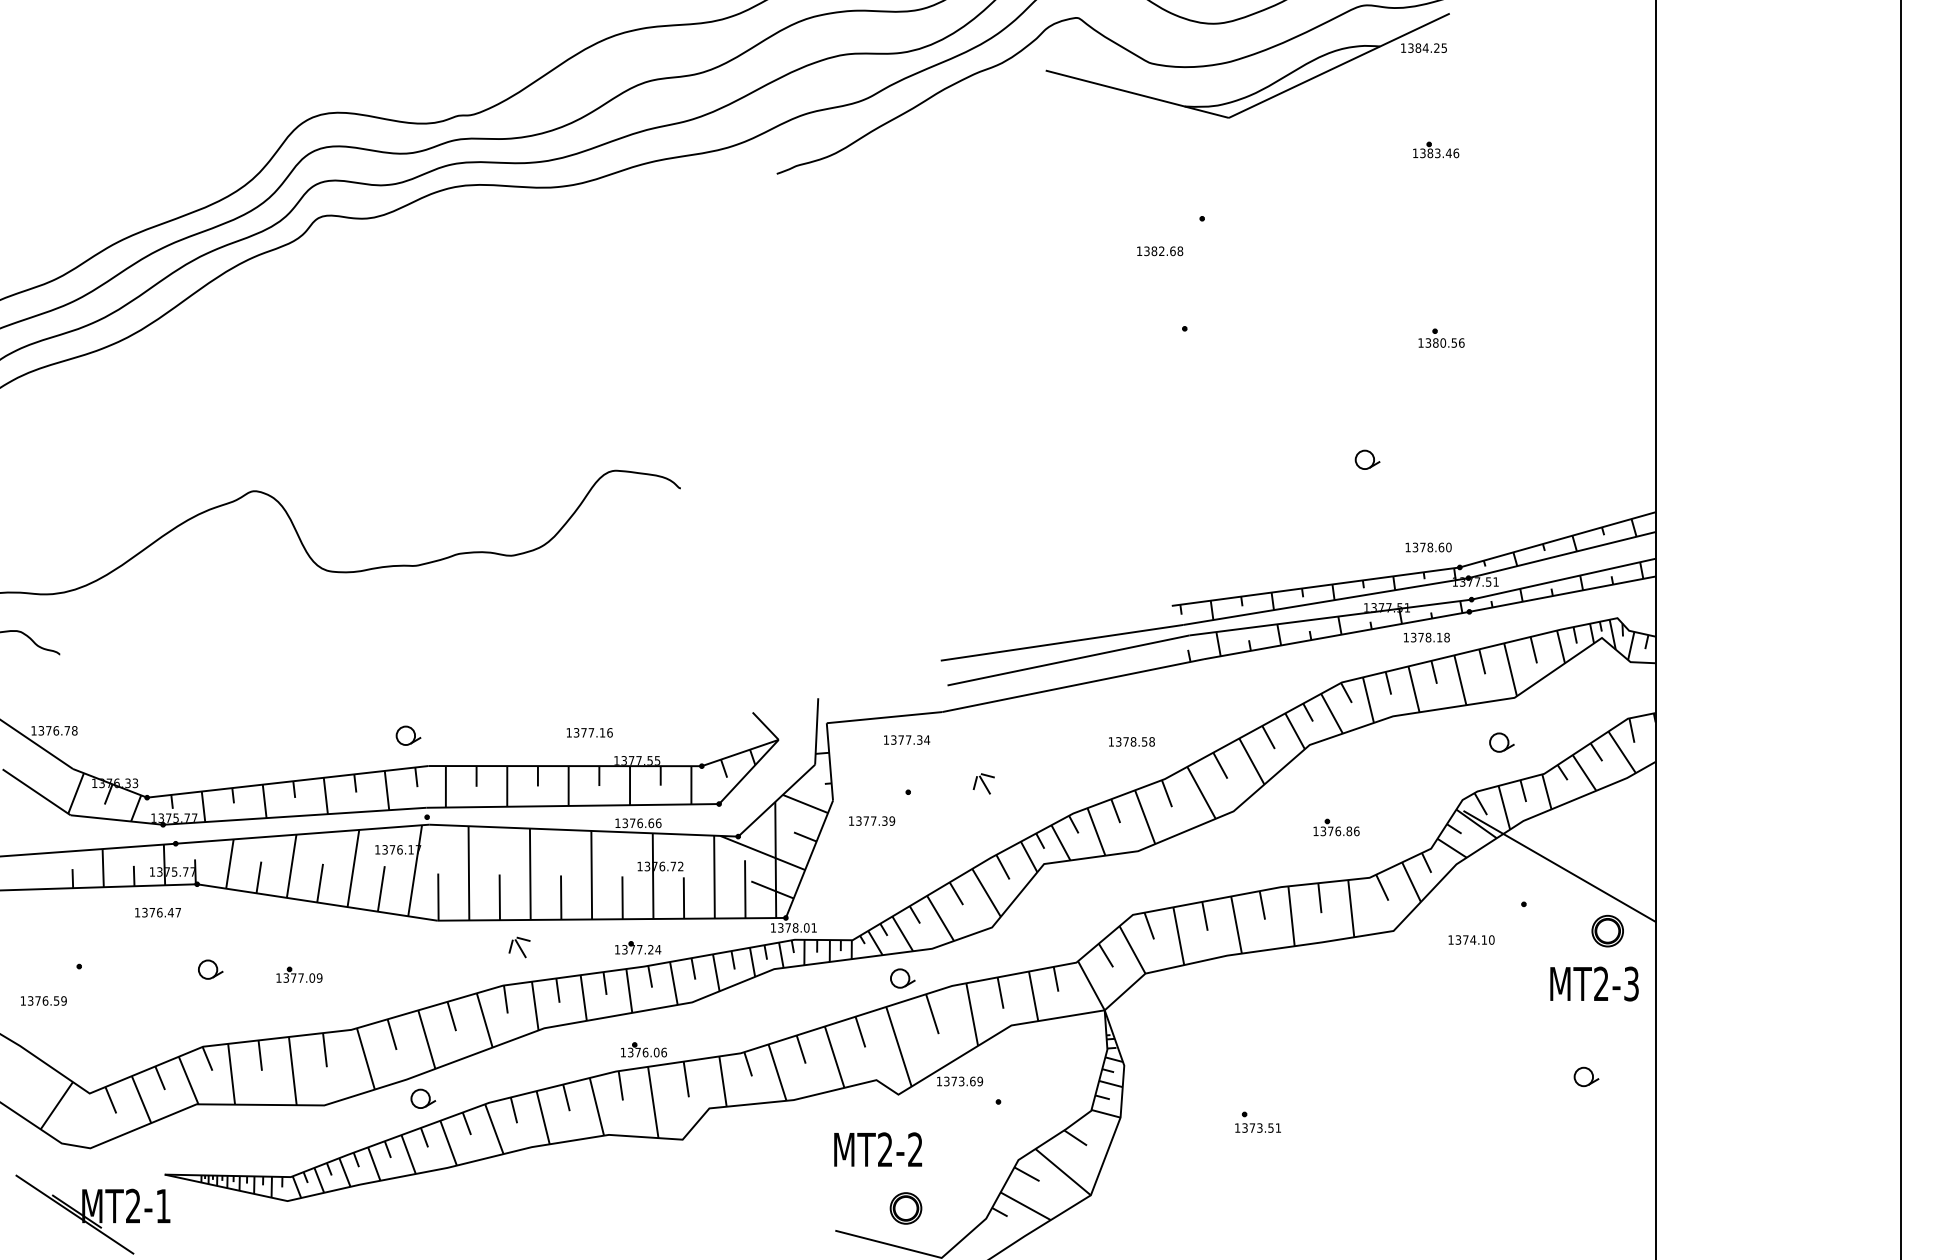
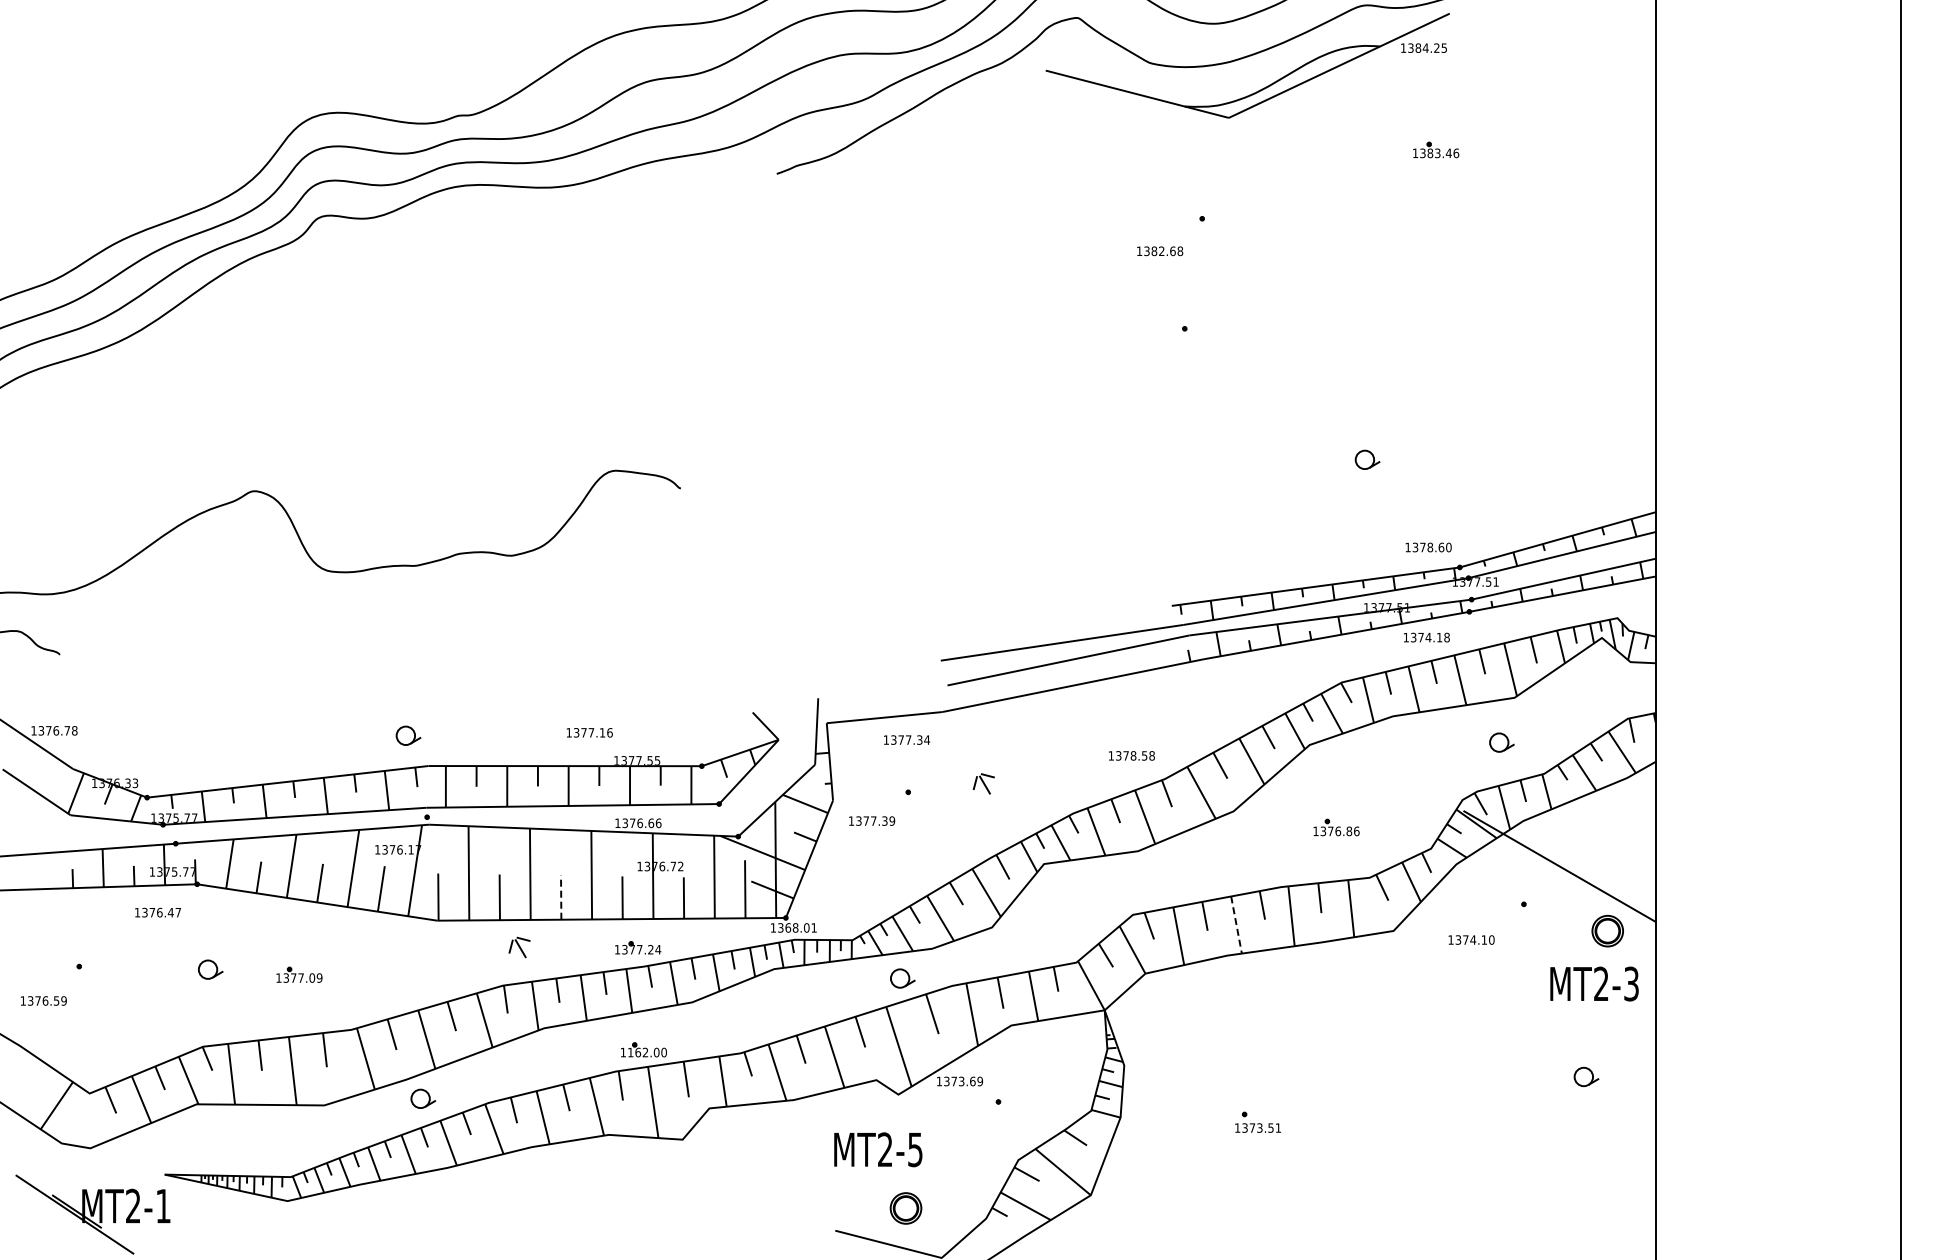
part at (1441, 337): present -> none
text at (1428, 637): 1378.18 -> 1374.18
text at (1131, 741) position: (1131, 741) -> (1131, 755)
line at (561, 897): solid -> dashed
line at (1236, 925): solid -> dashed
text at (788, 927): 1378.01 -> 1368.01
text at (647, 1052): 1376.06 -> 1162.00
text at (915, 1149): MT2-2 -> MT2-5
